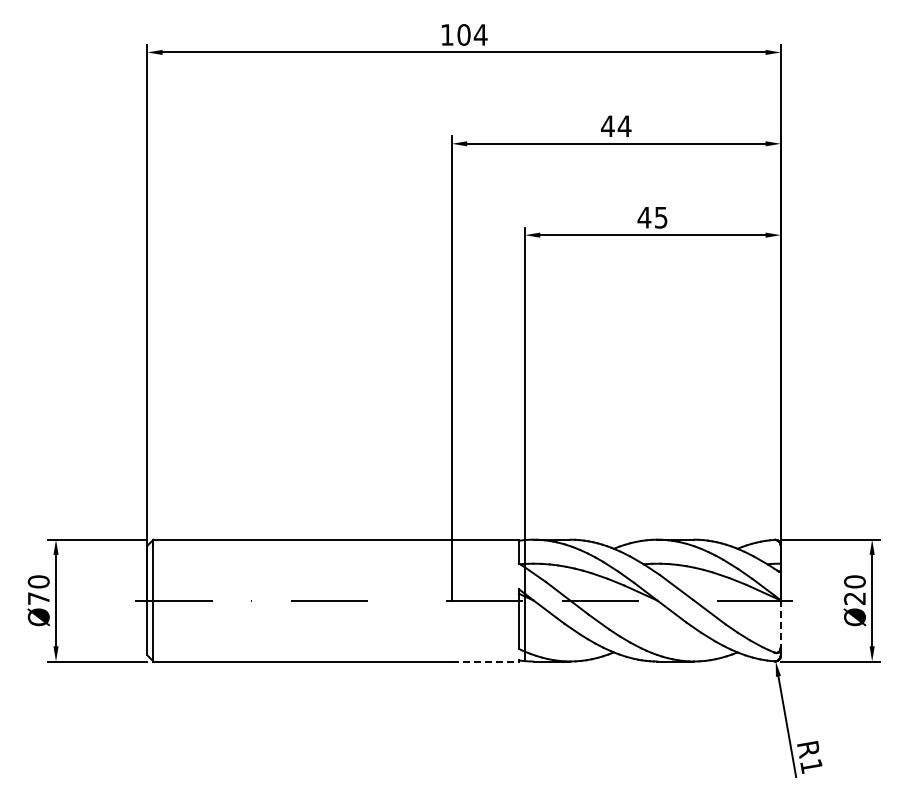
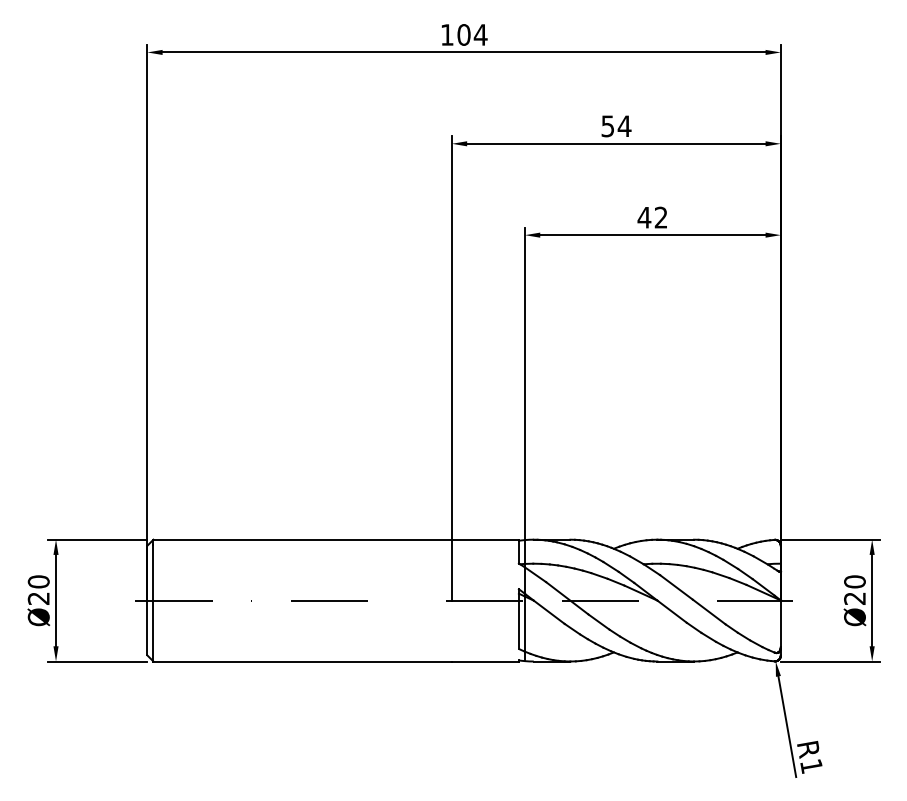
text at (607, 126): 44 -> 54
text at (660, 217): 45 -> 42
text at (38, 598): Ø70 -> Ø20
line at (780, 624): dashed -> solid
line at (485, 661): dashed -> solid
